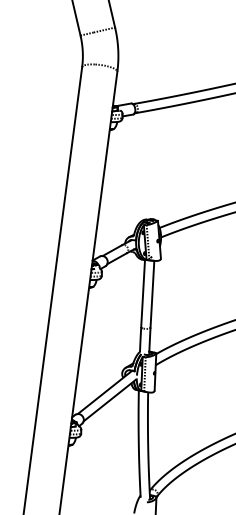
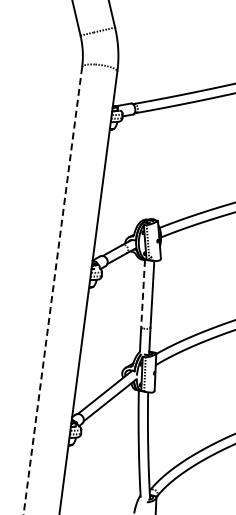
line at (52, 291): solid -> dashed
line at (143, 293): solid -> dashed
